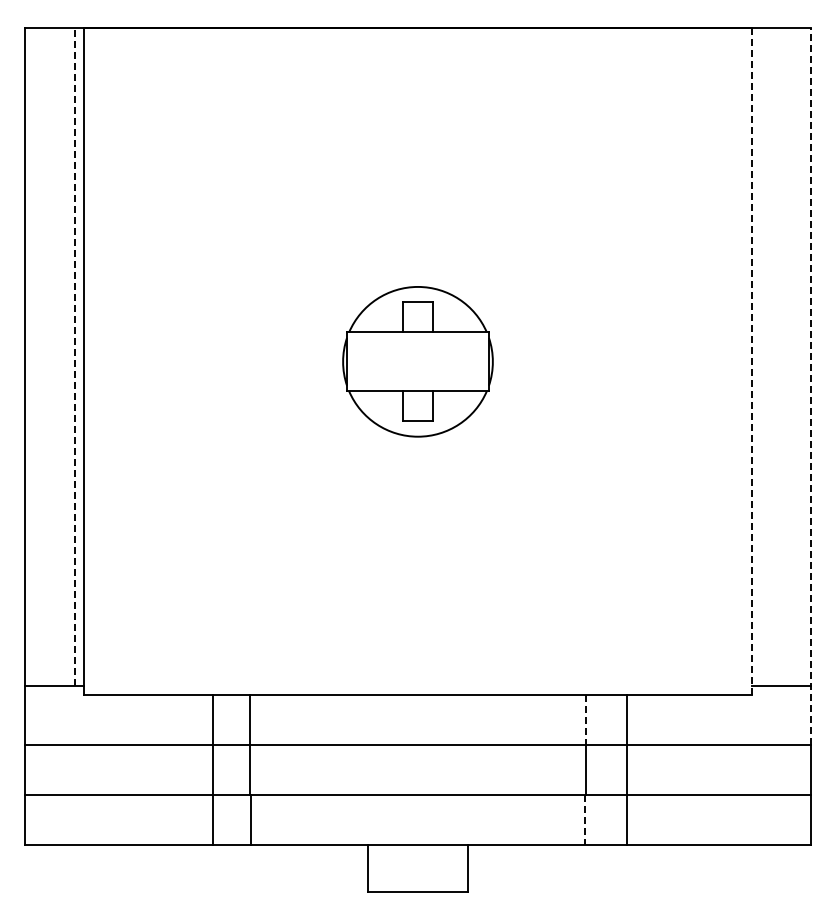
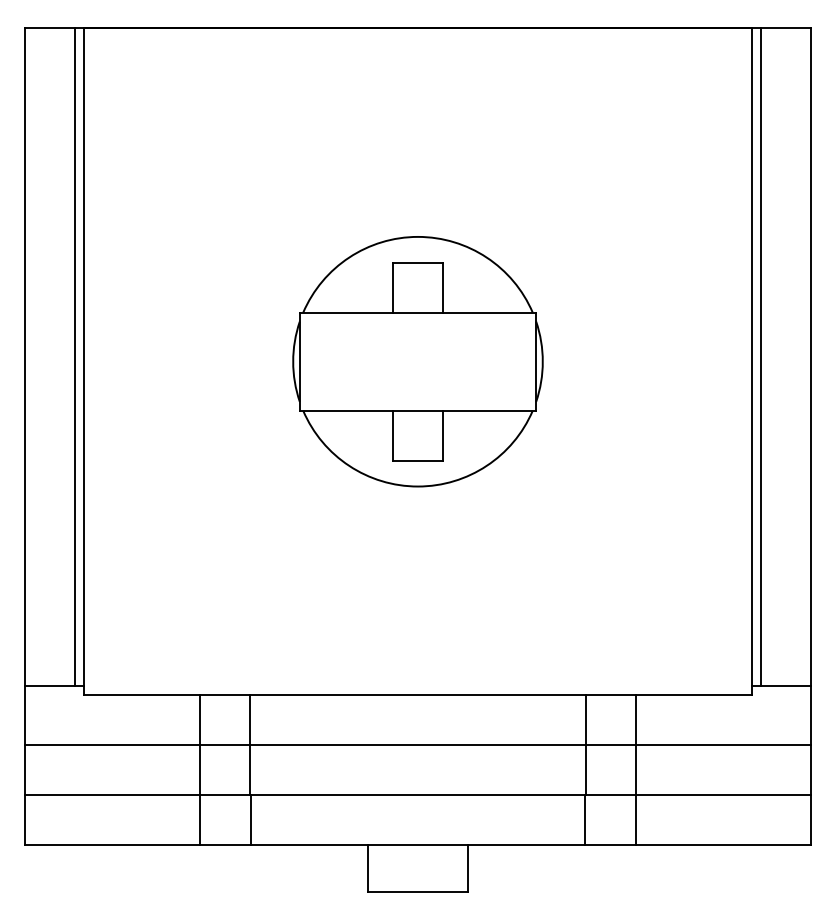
line at (74, 356): dashed -> solid
line at (761, 356): none -> present
part at (417, 361) size: 152x152 px -> 252x252 px
line at (751, 361): dashed -> solid
line at (811, 386): dashed -> solid
line at (586, 720): dashed -> solid
line at (212, 769) position: (212, 769) -> (199, 769)
line at (627, 769) position: (627, 769) -> (636, 769)
line at (585, 819): dashed -> solid
